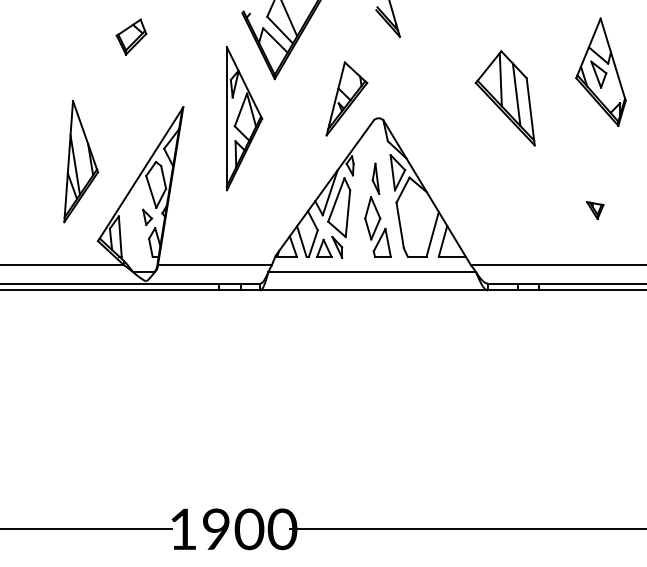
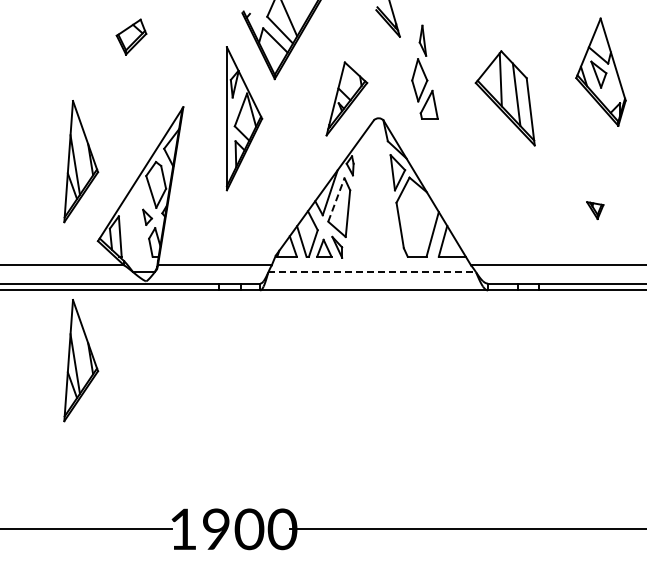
line at (336, 199): solid -> dashed
part at (377, 209) position: (377, 209) -> (424, 71)
line at (372, 272): solid -> dashed
part at (81, 360): none -> present
